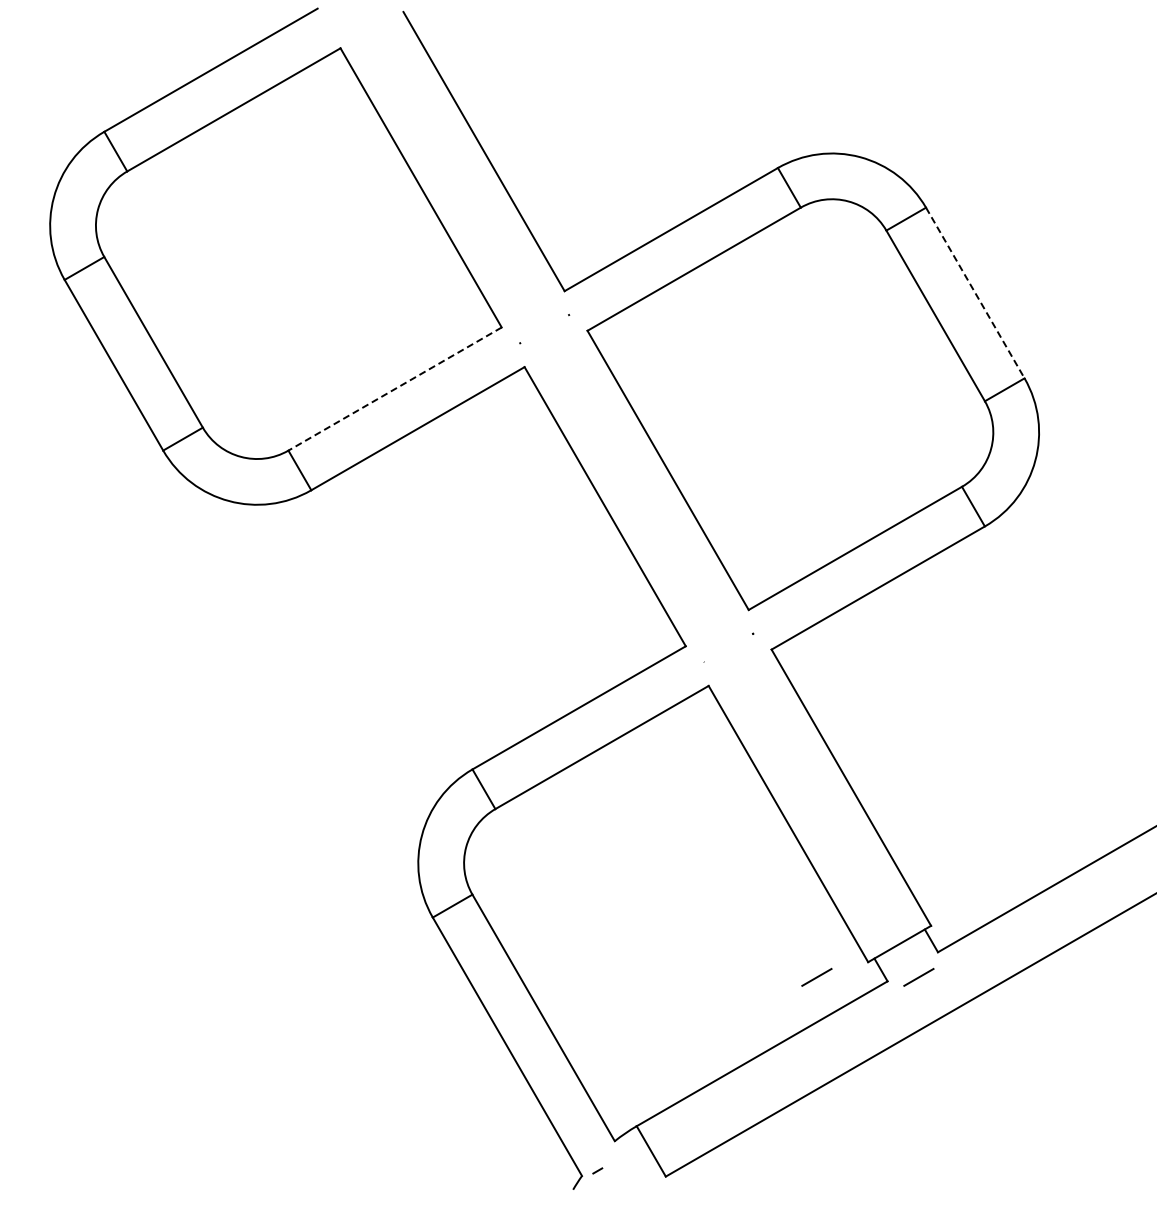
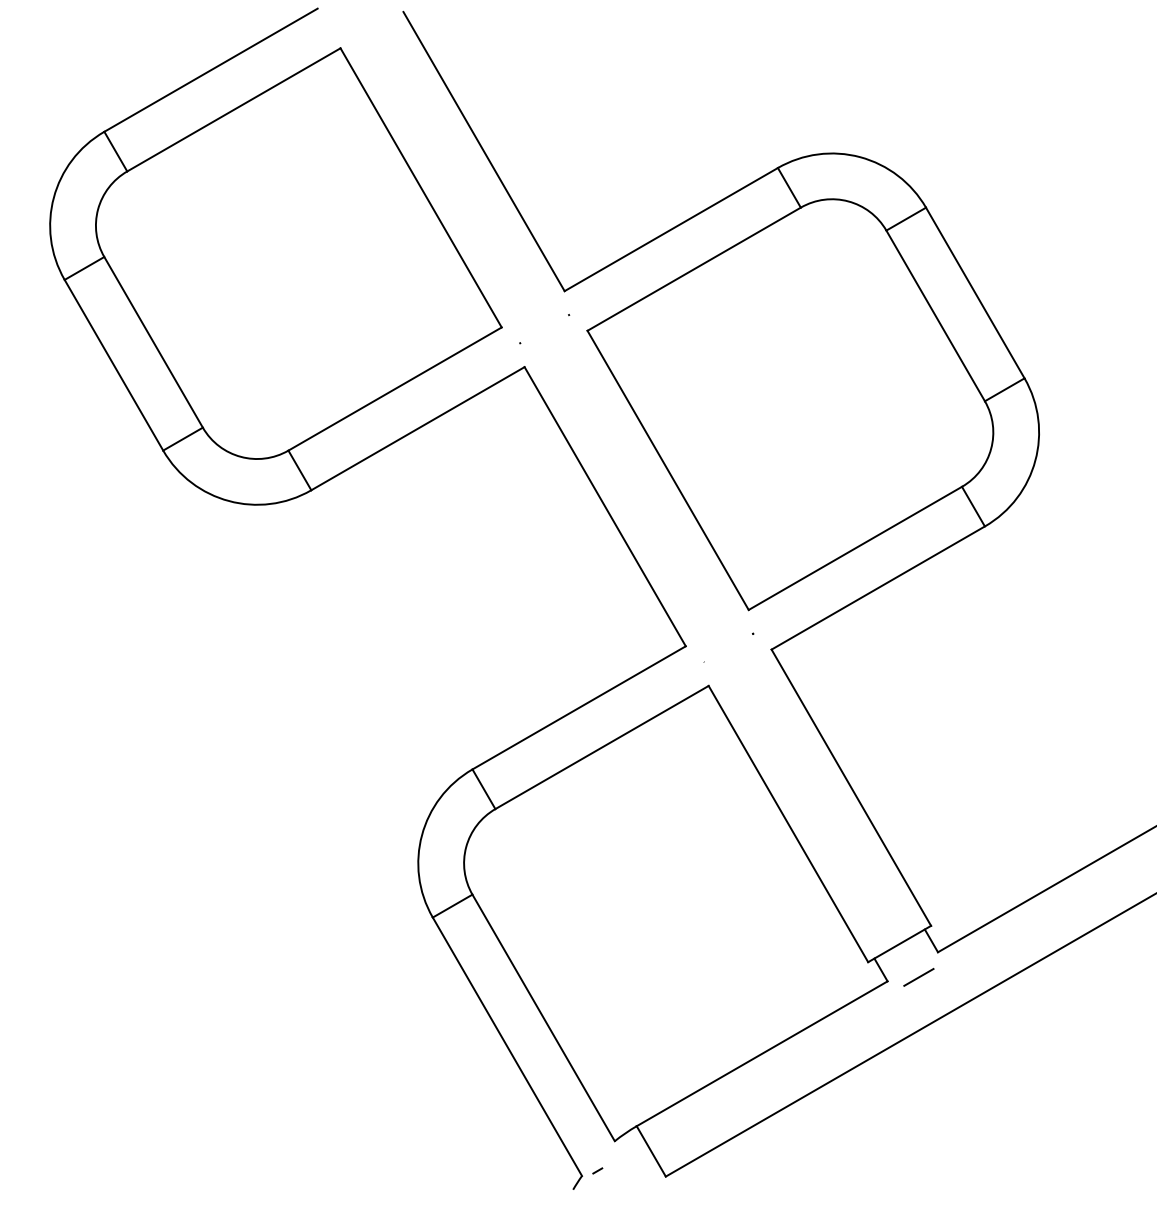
line at (975, 293): dashed -> solid
line at (394, 389): dashed -> solid
line at (816, 976): present -> none
